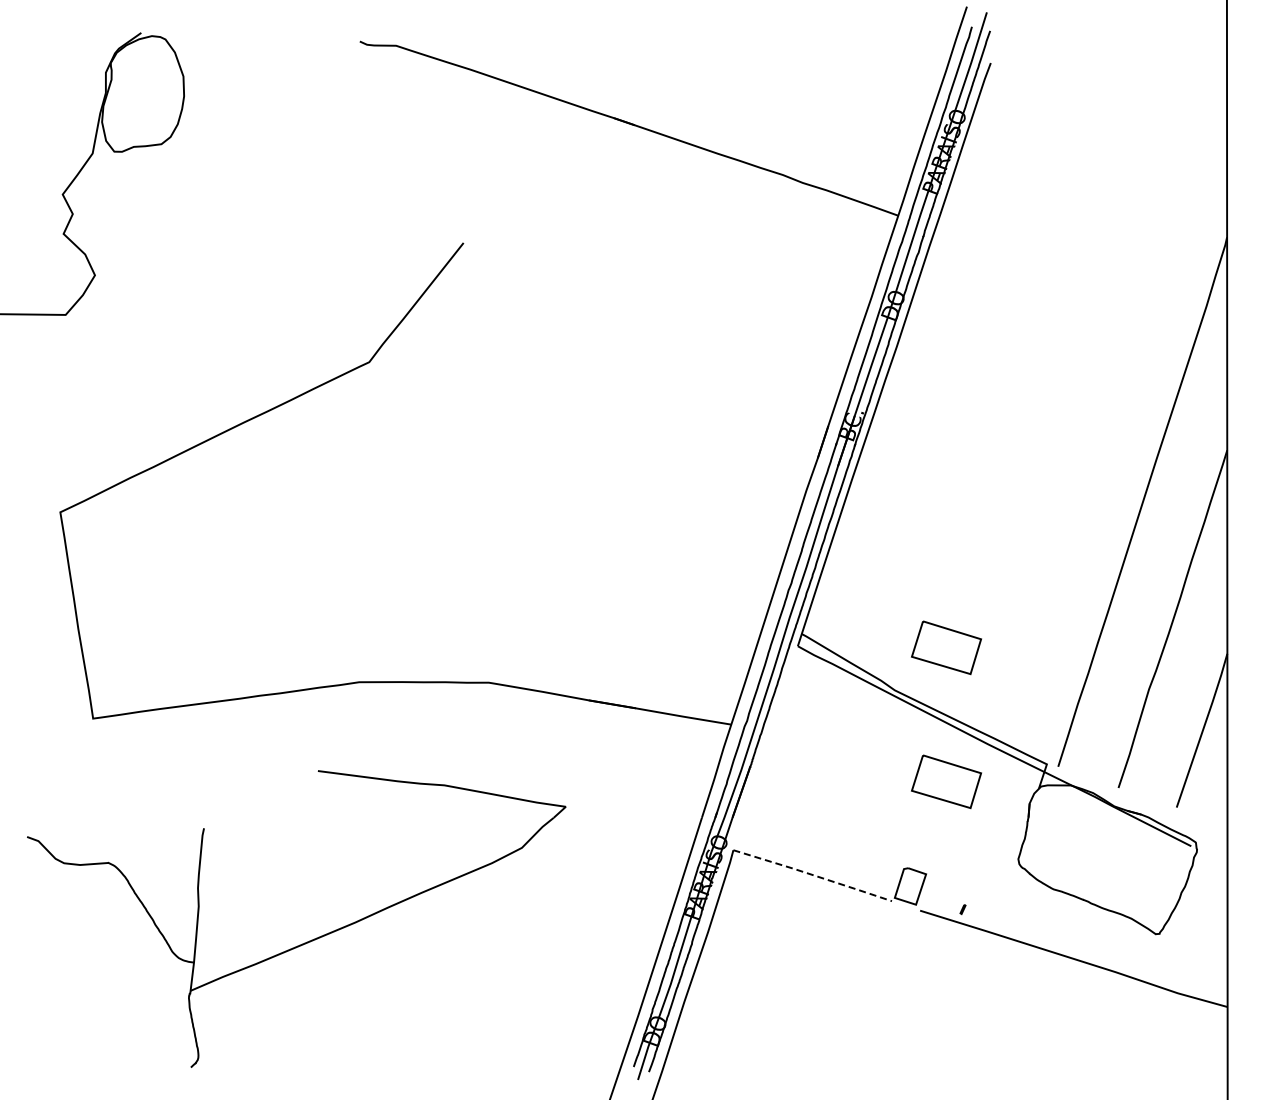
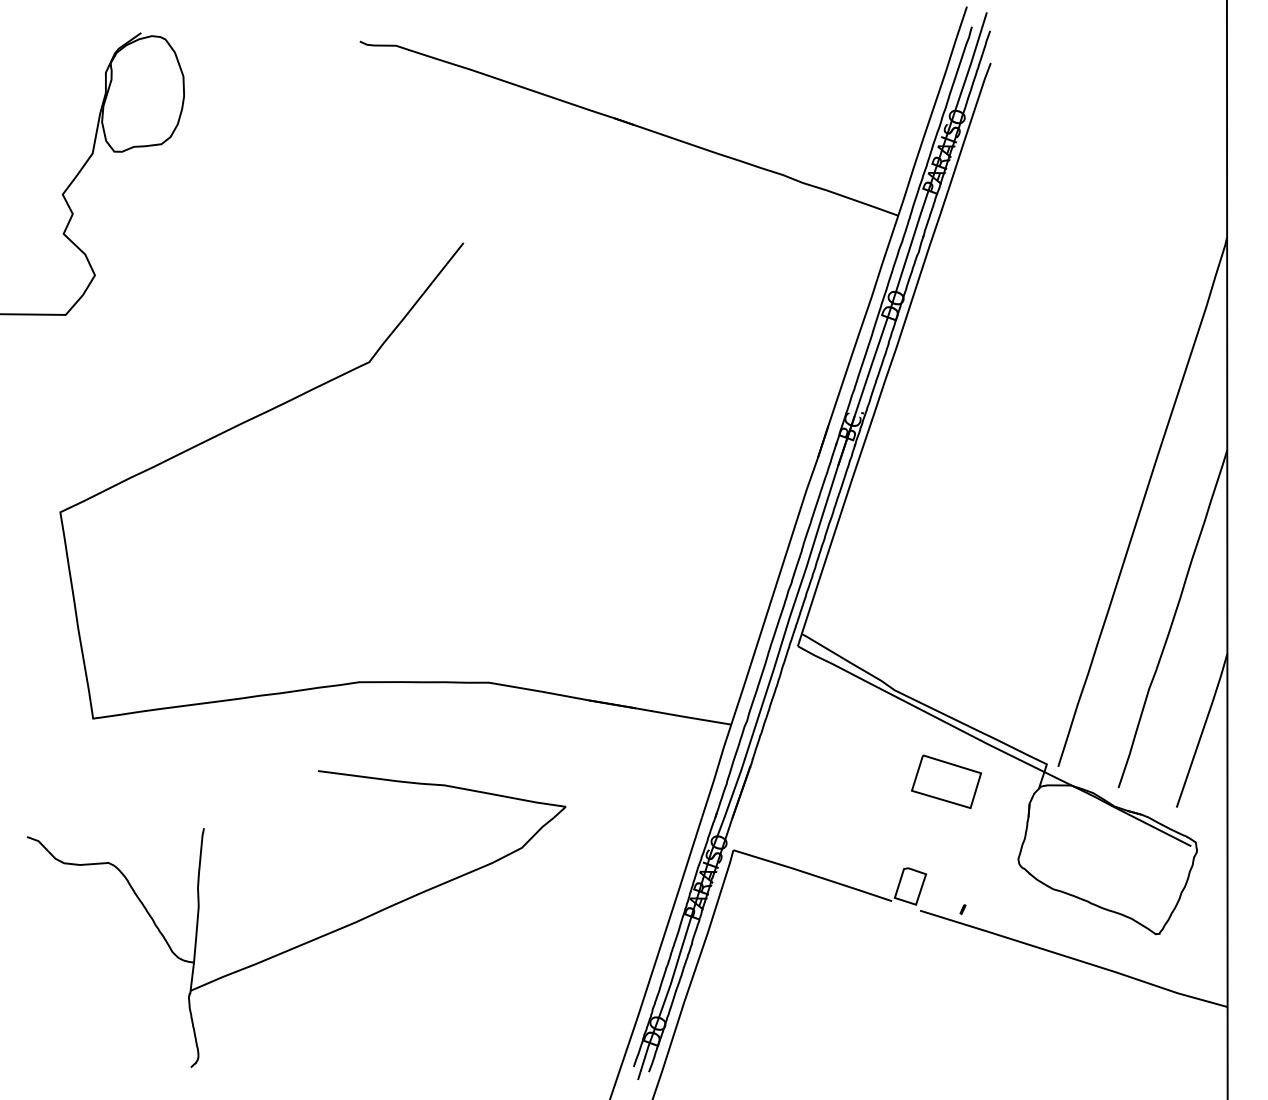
part at (946, 647): present -> none
line at (812, 875): dashed -> solid
